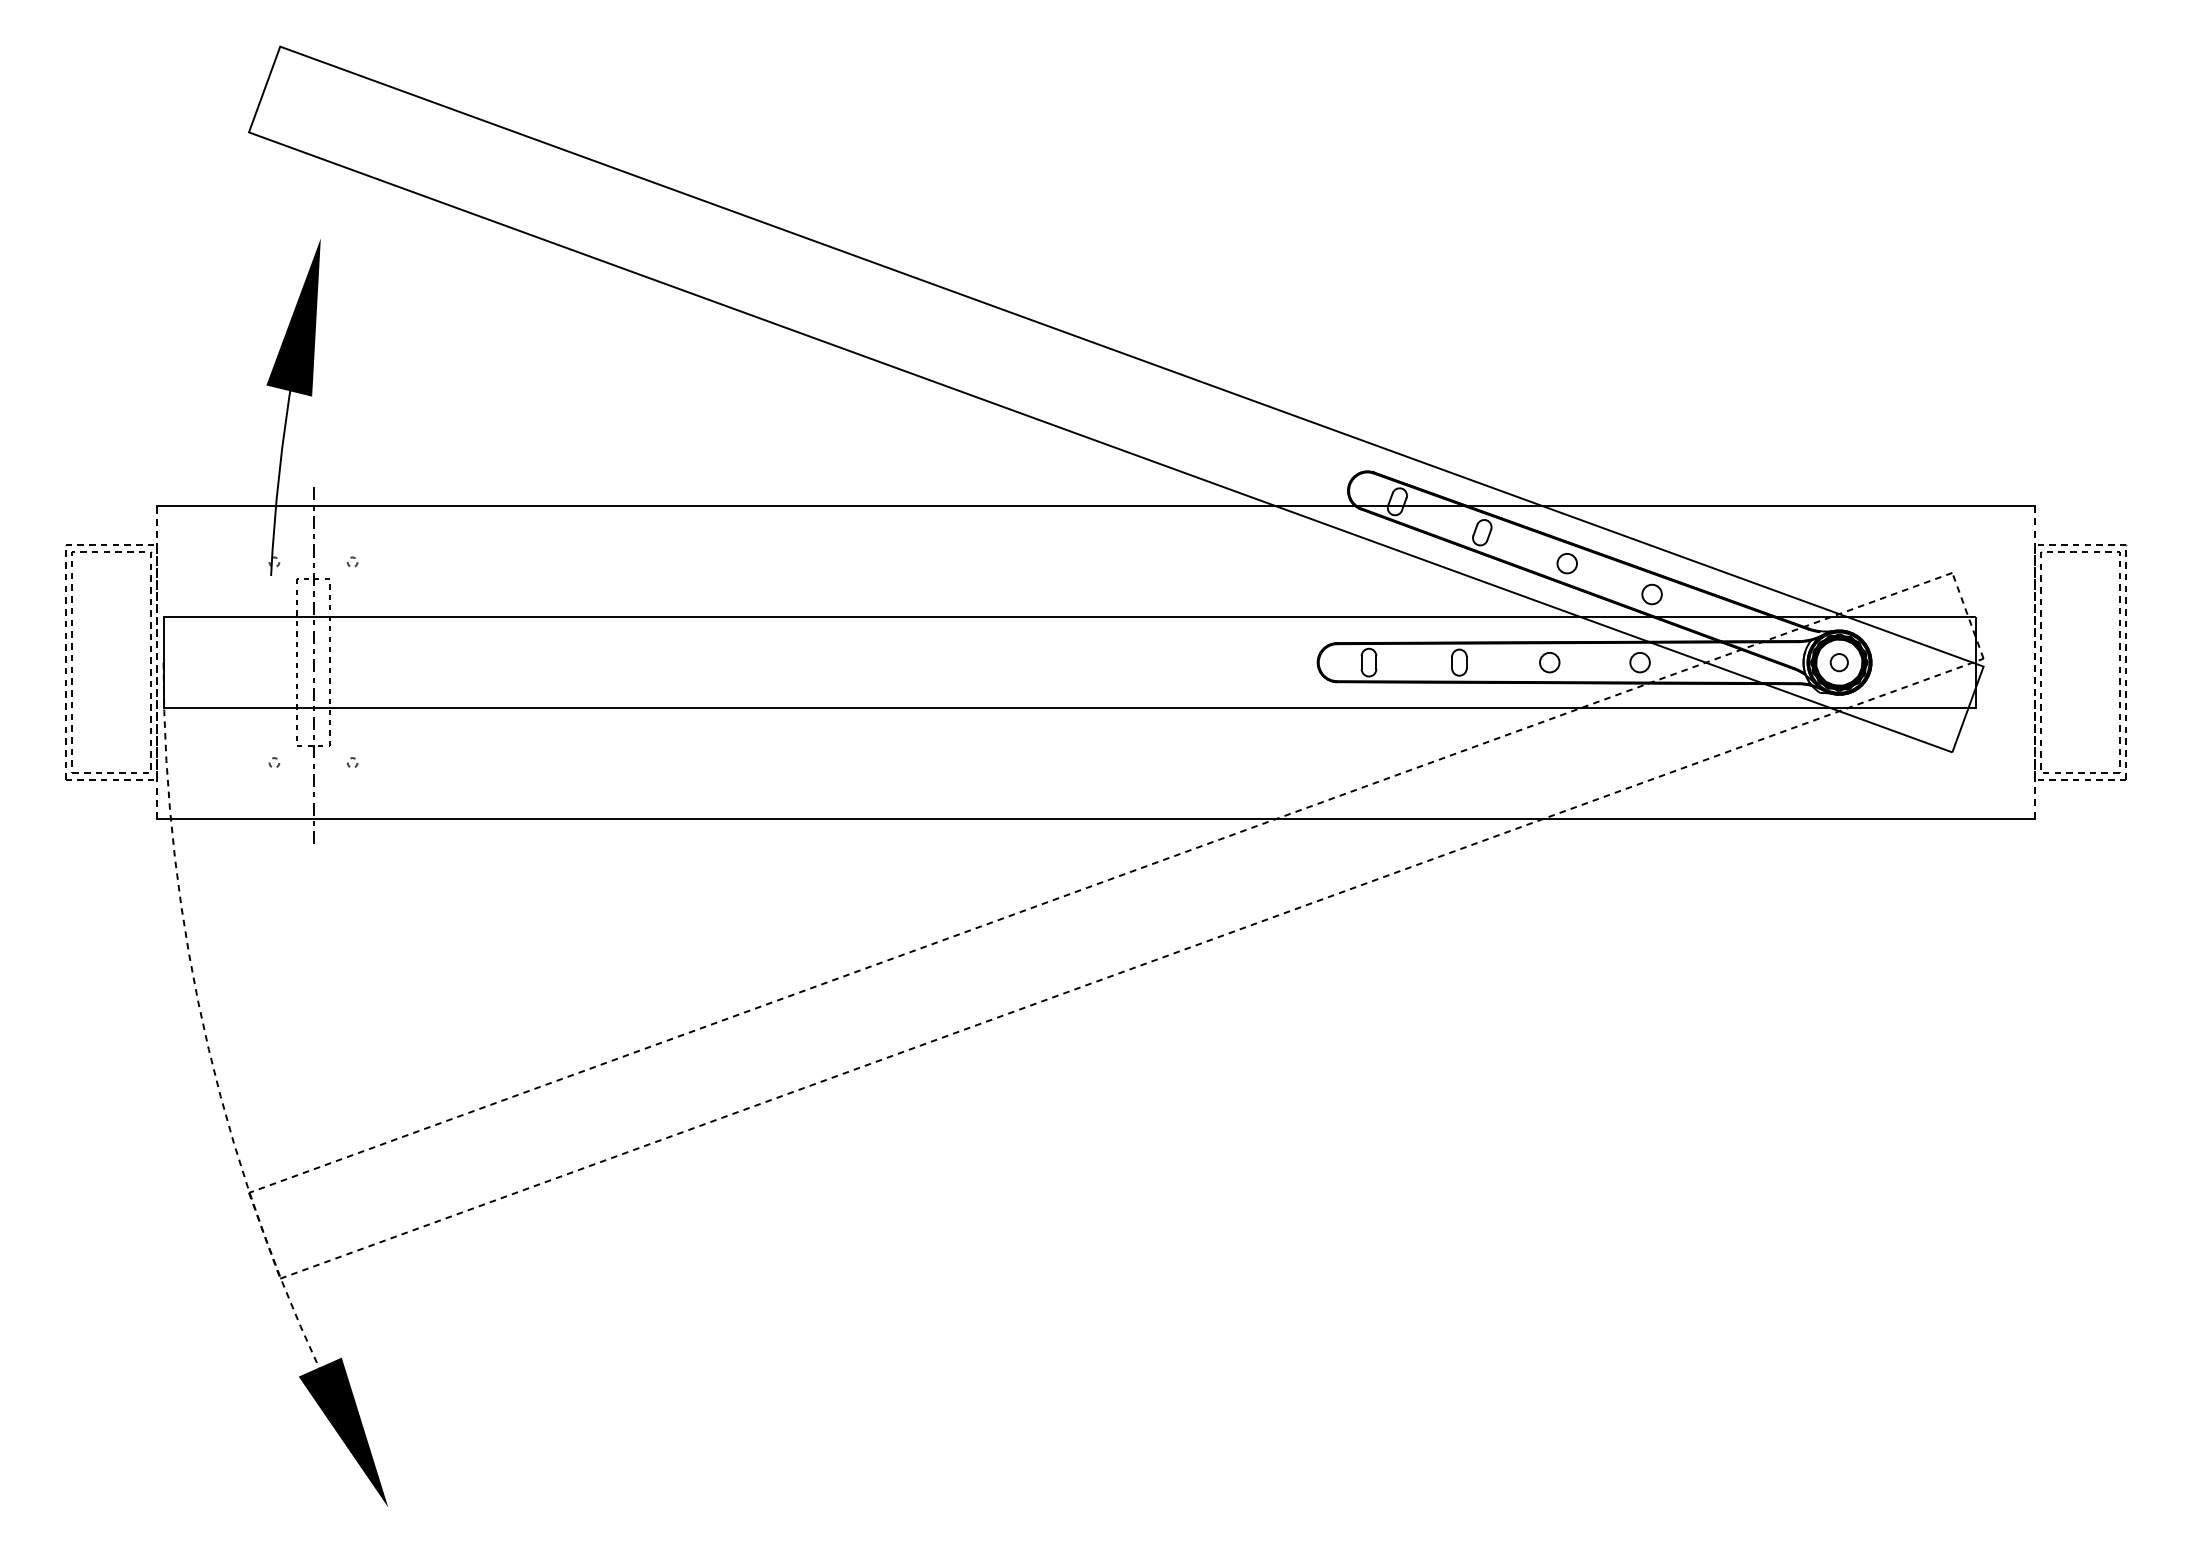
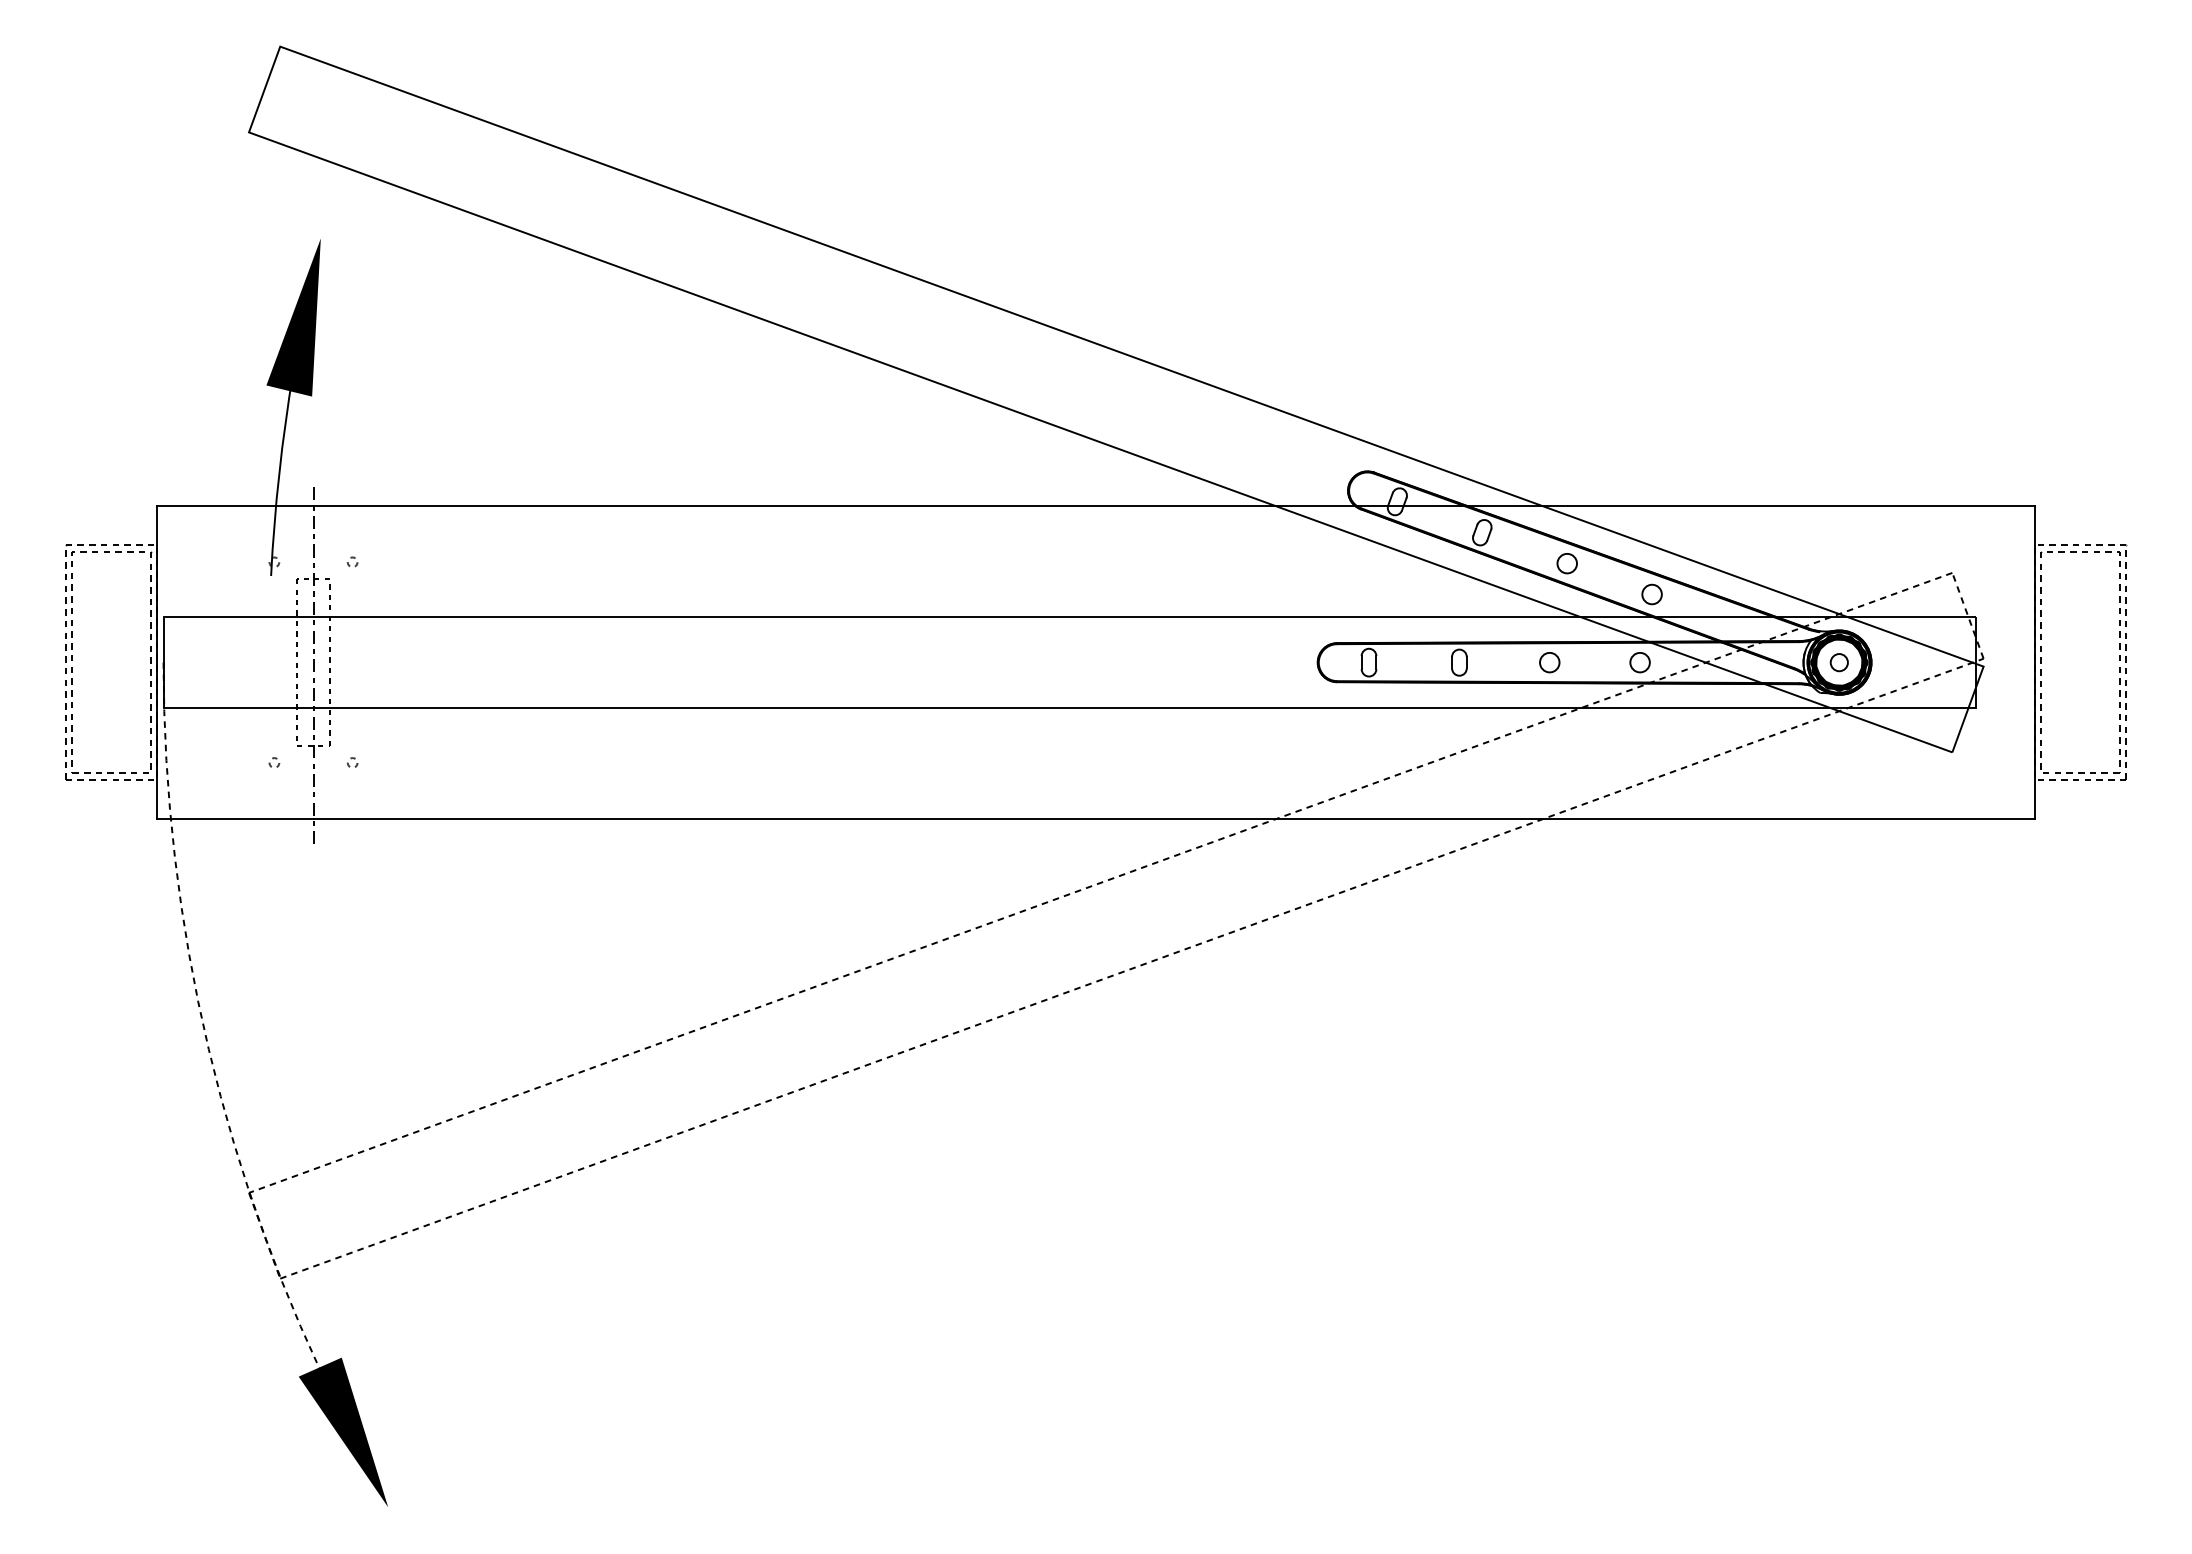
line at (157, 662): dashed -> solid
line at (2034, 663): dashed -> solid
